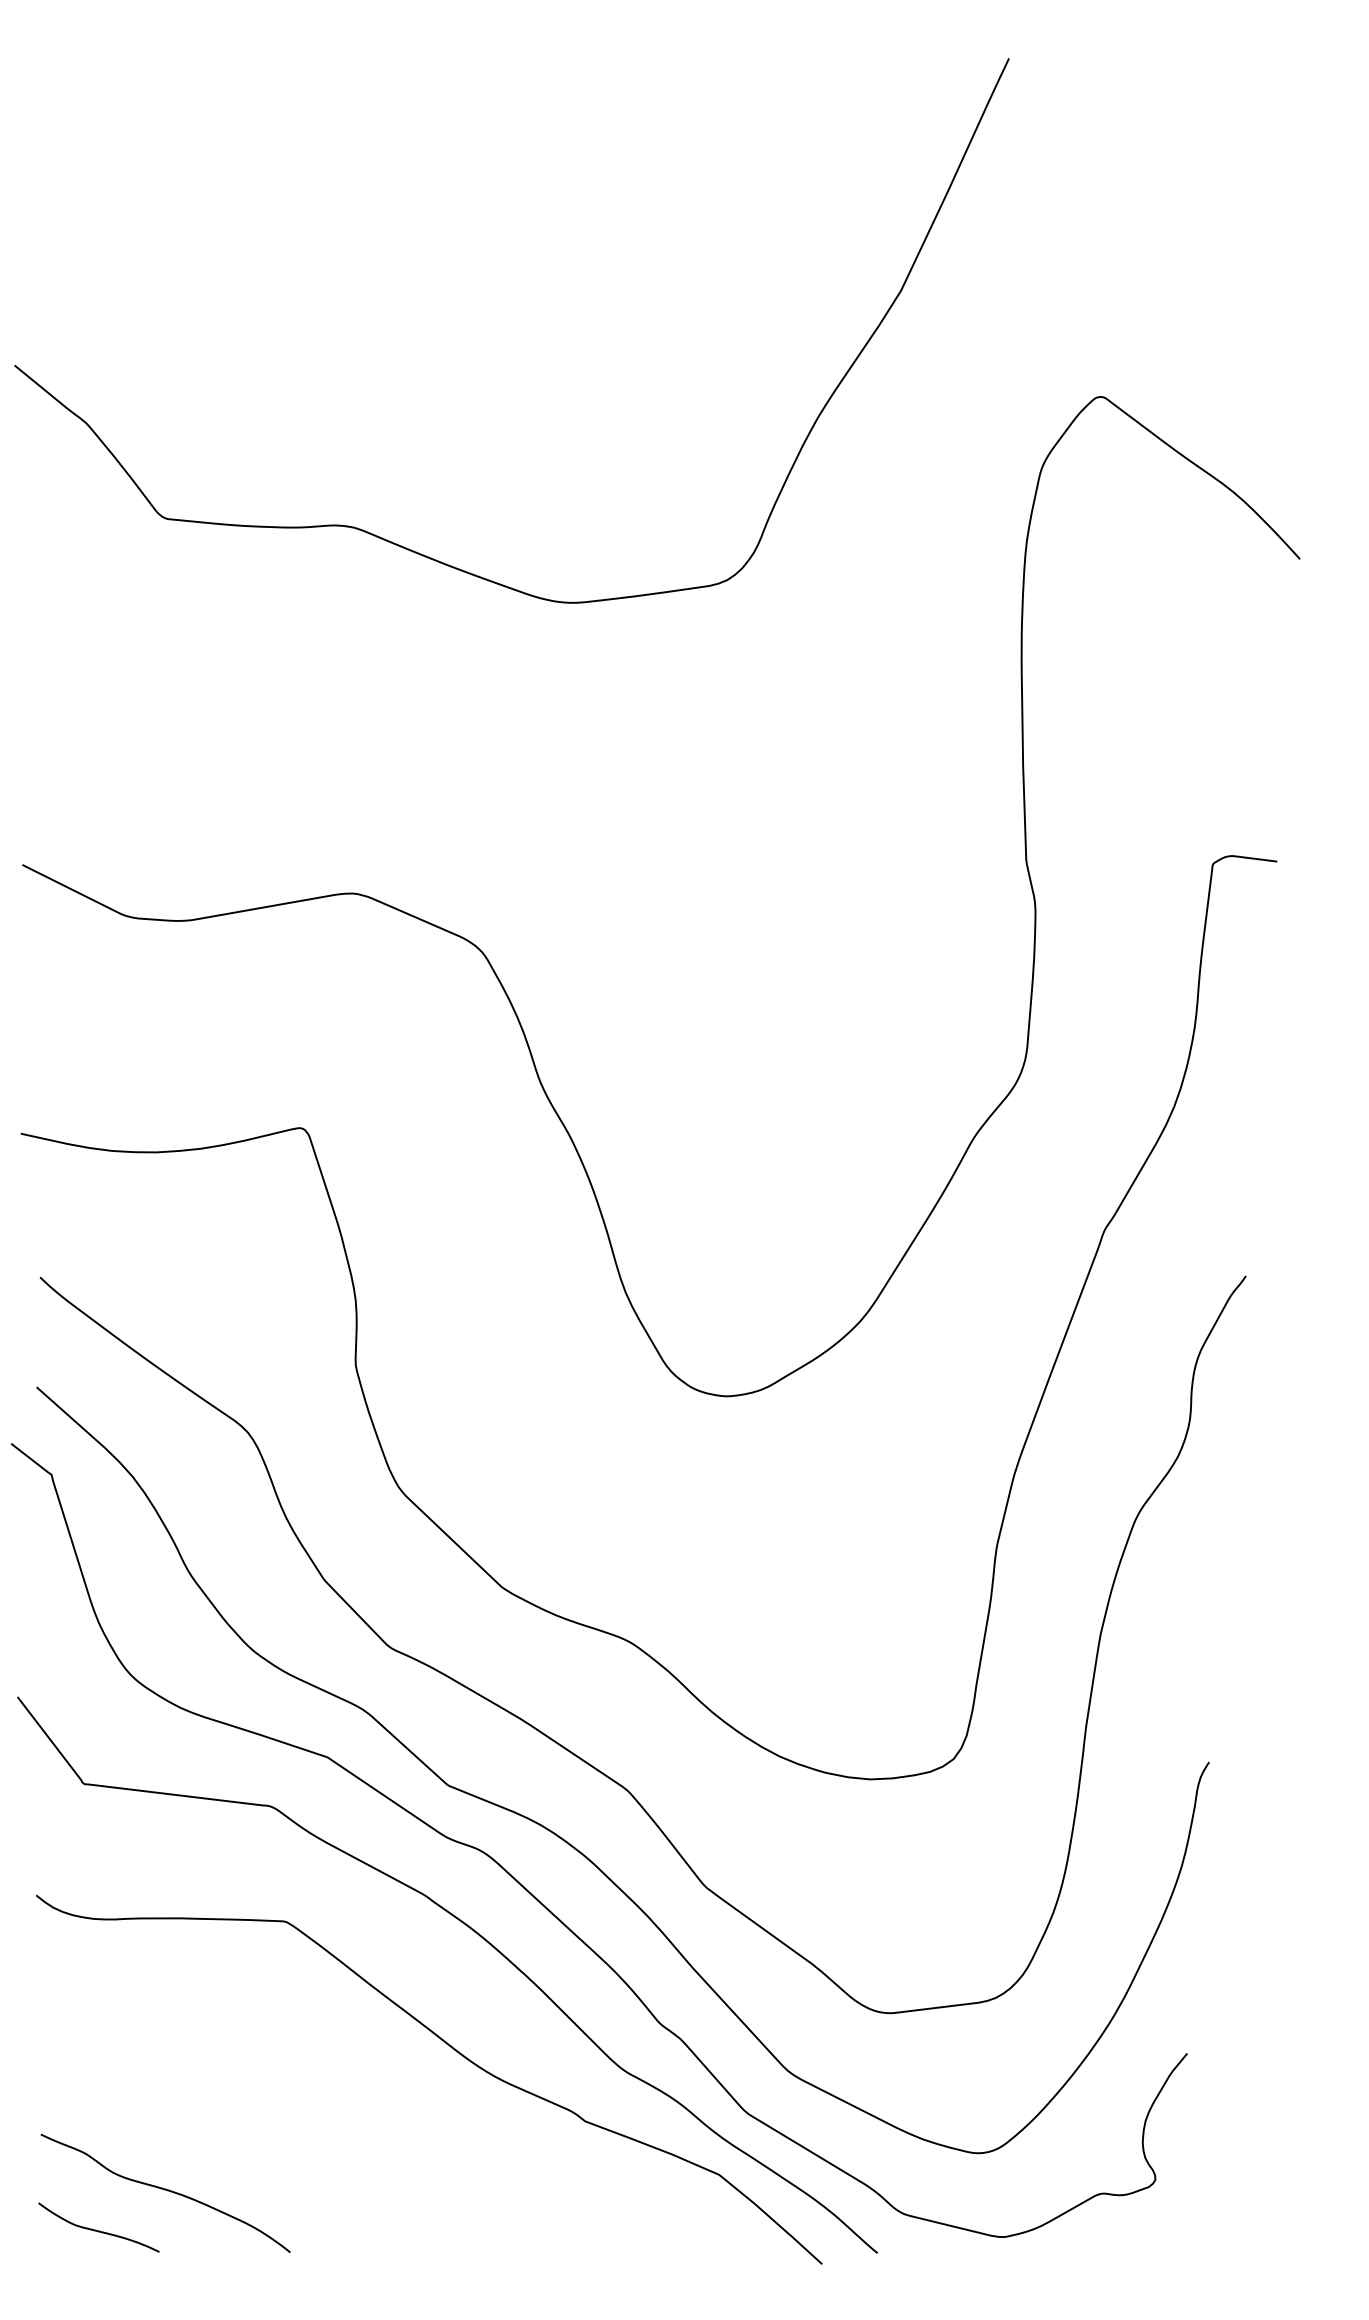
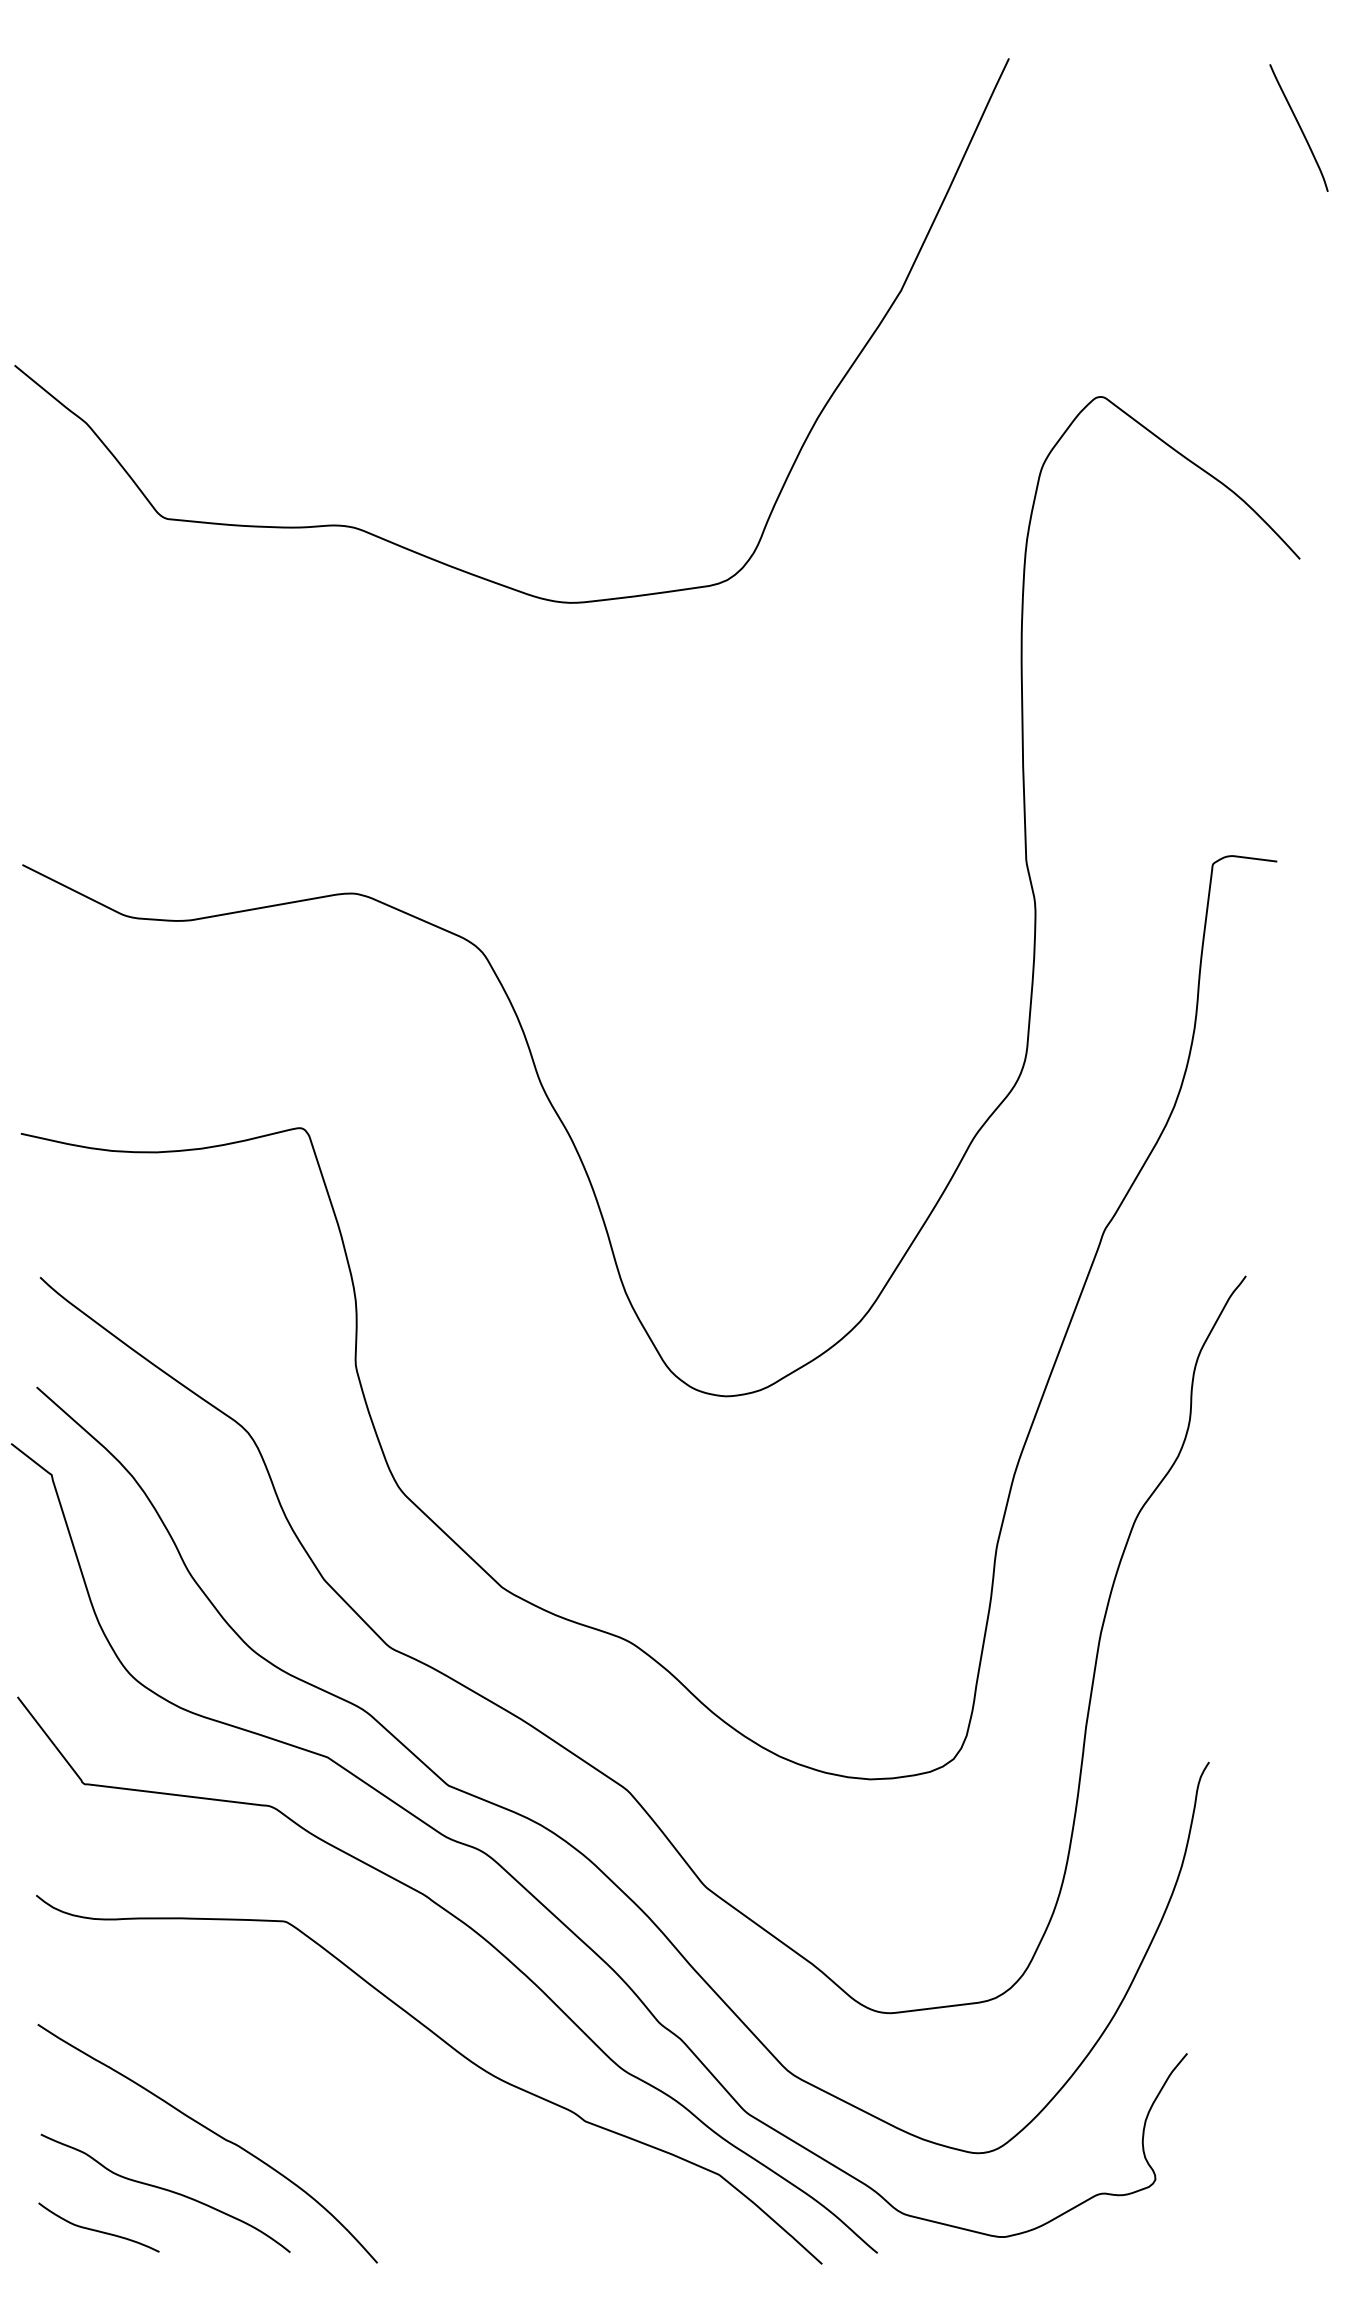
curve at (1298, 126): none -> present
curve at (213, 2133): none -> present
